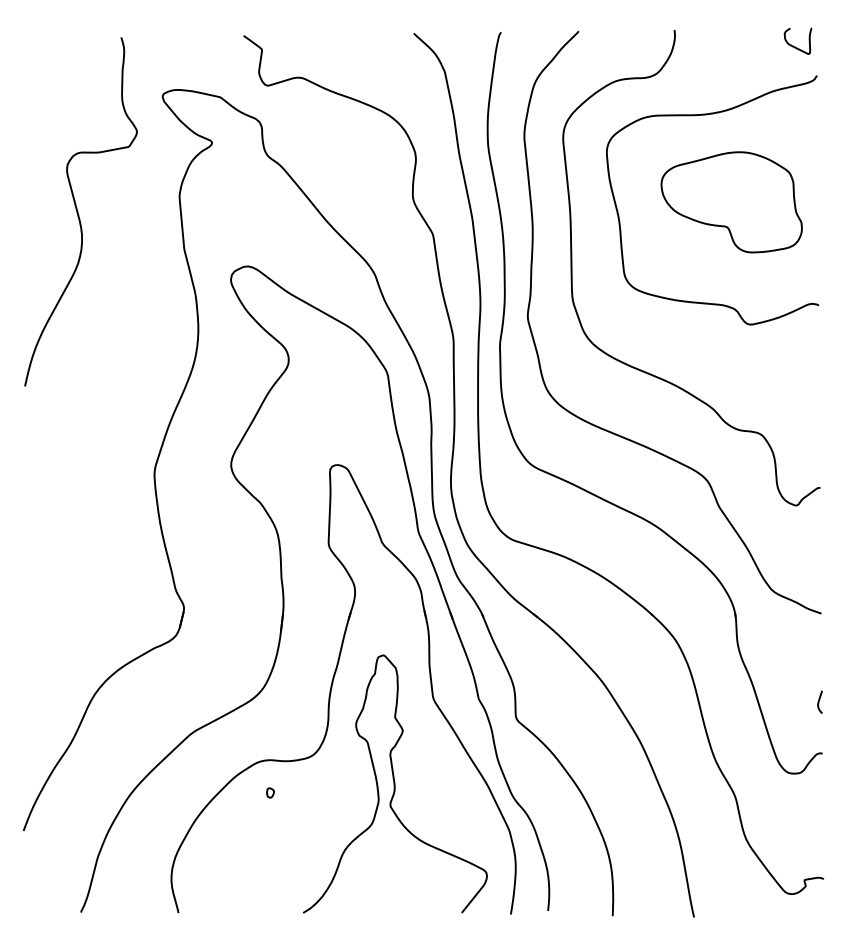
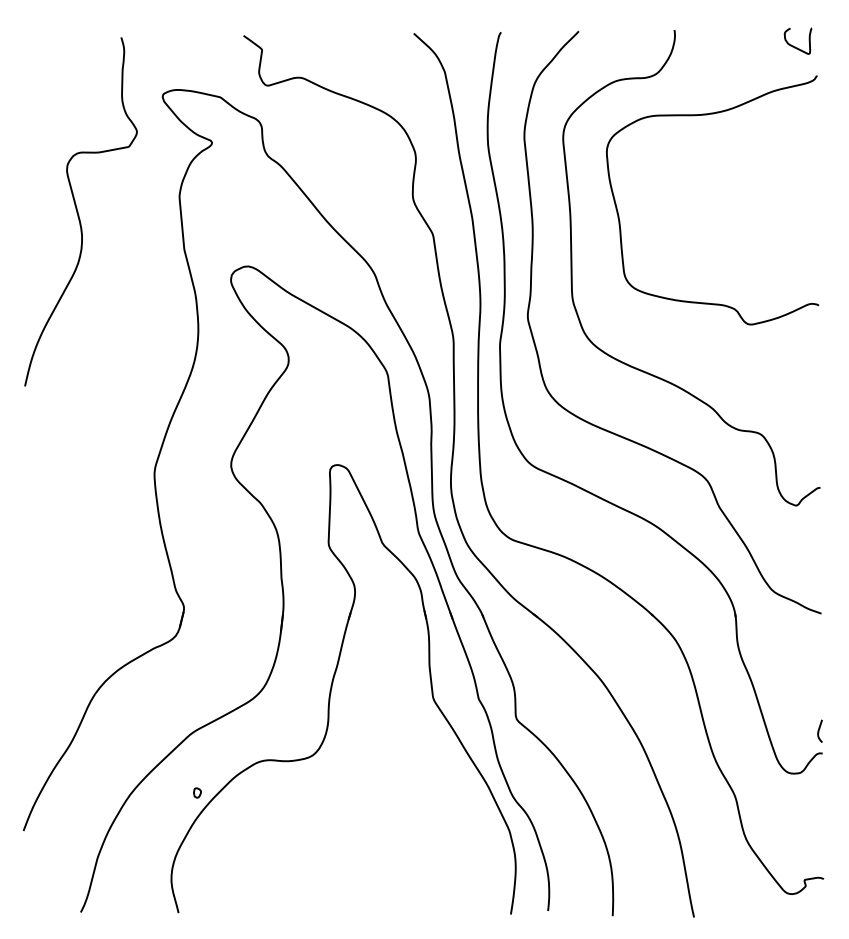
part at (731, 202): present -> none
curve at (819, 701) position: (819, 701) -> (819, 730)
curve at (395, 783): present -> none
part at (270, 792) position: (270, 792) -> (197, 792)
